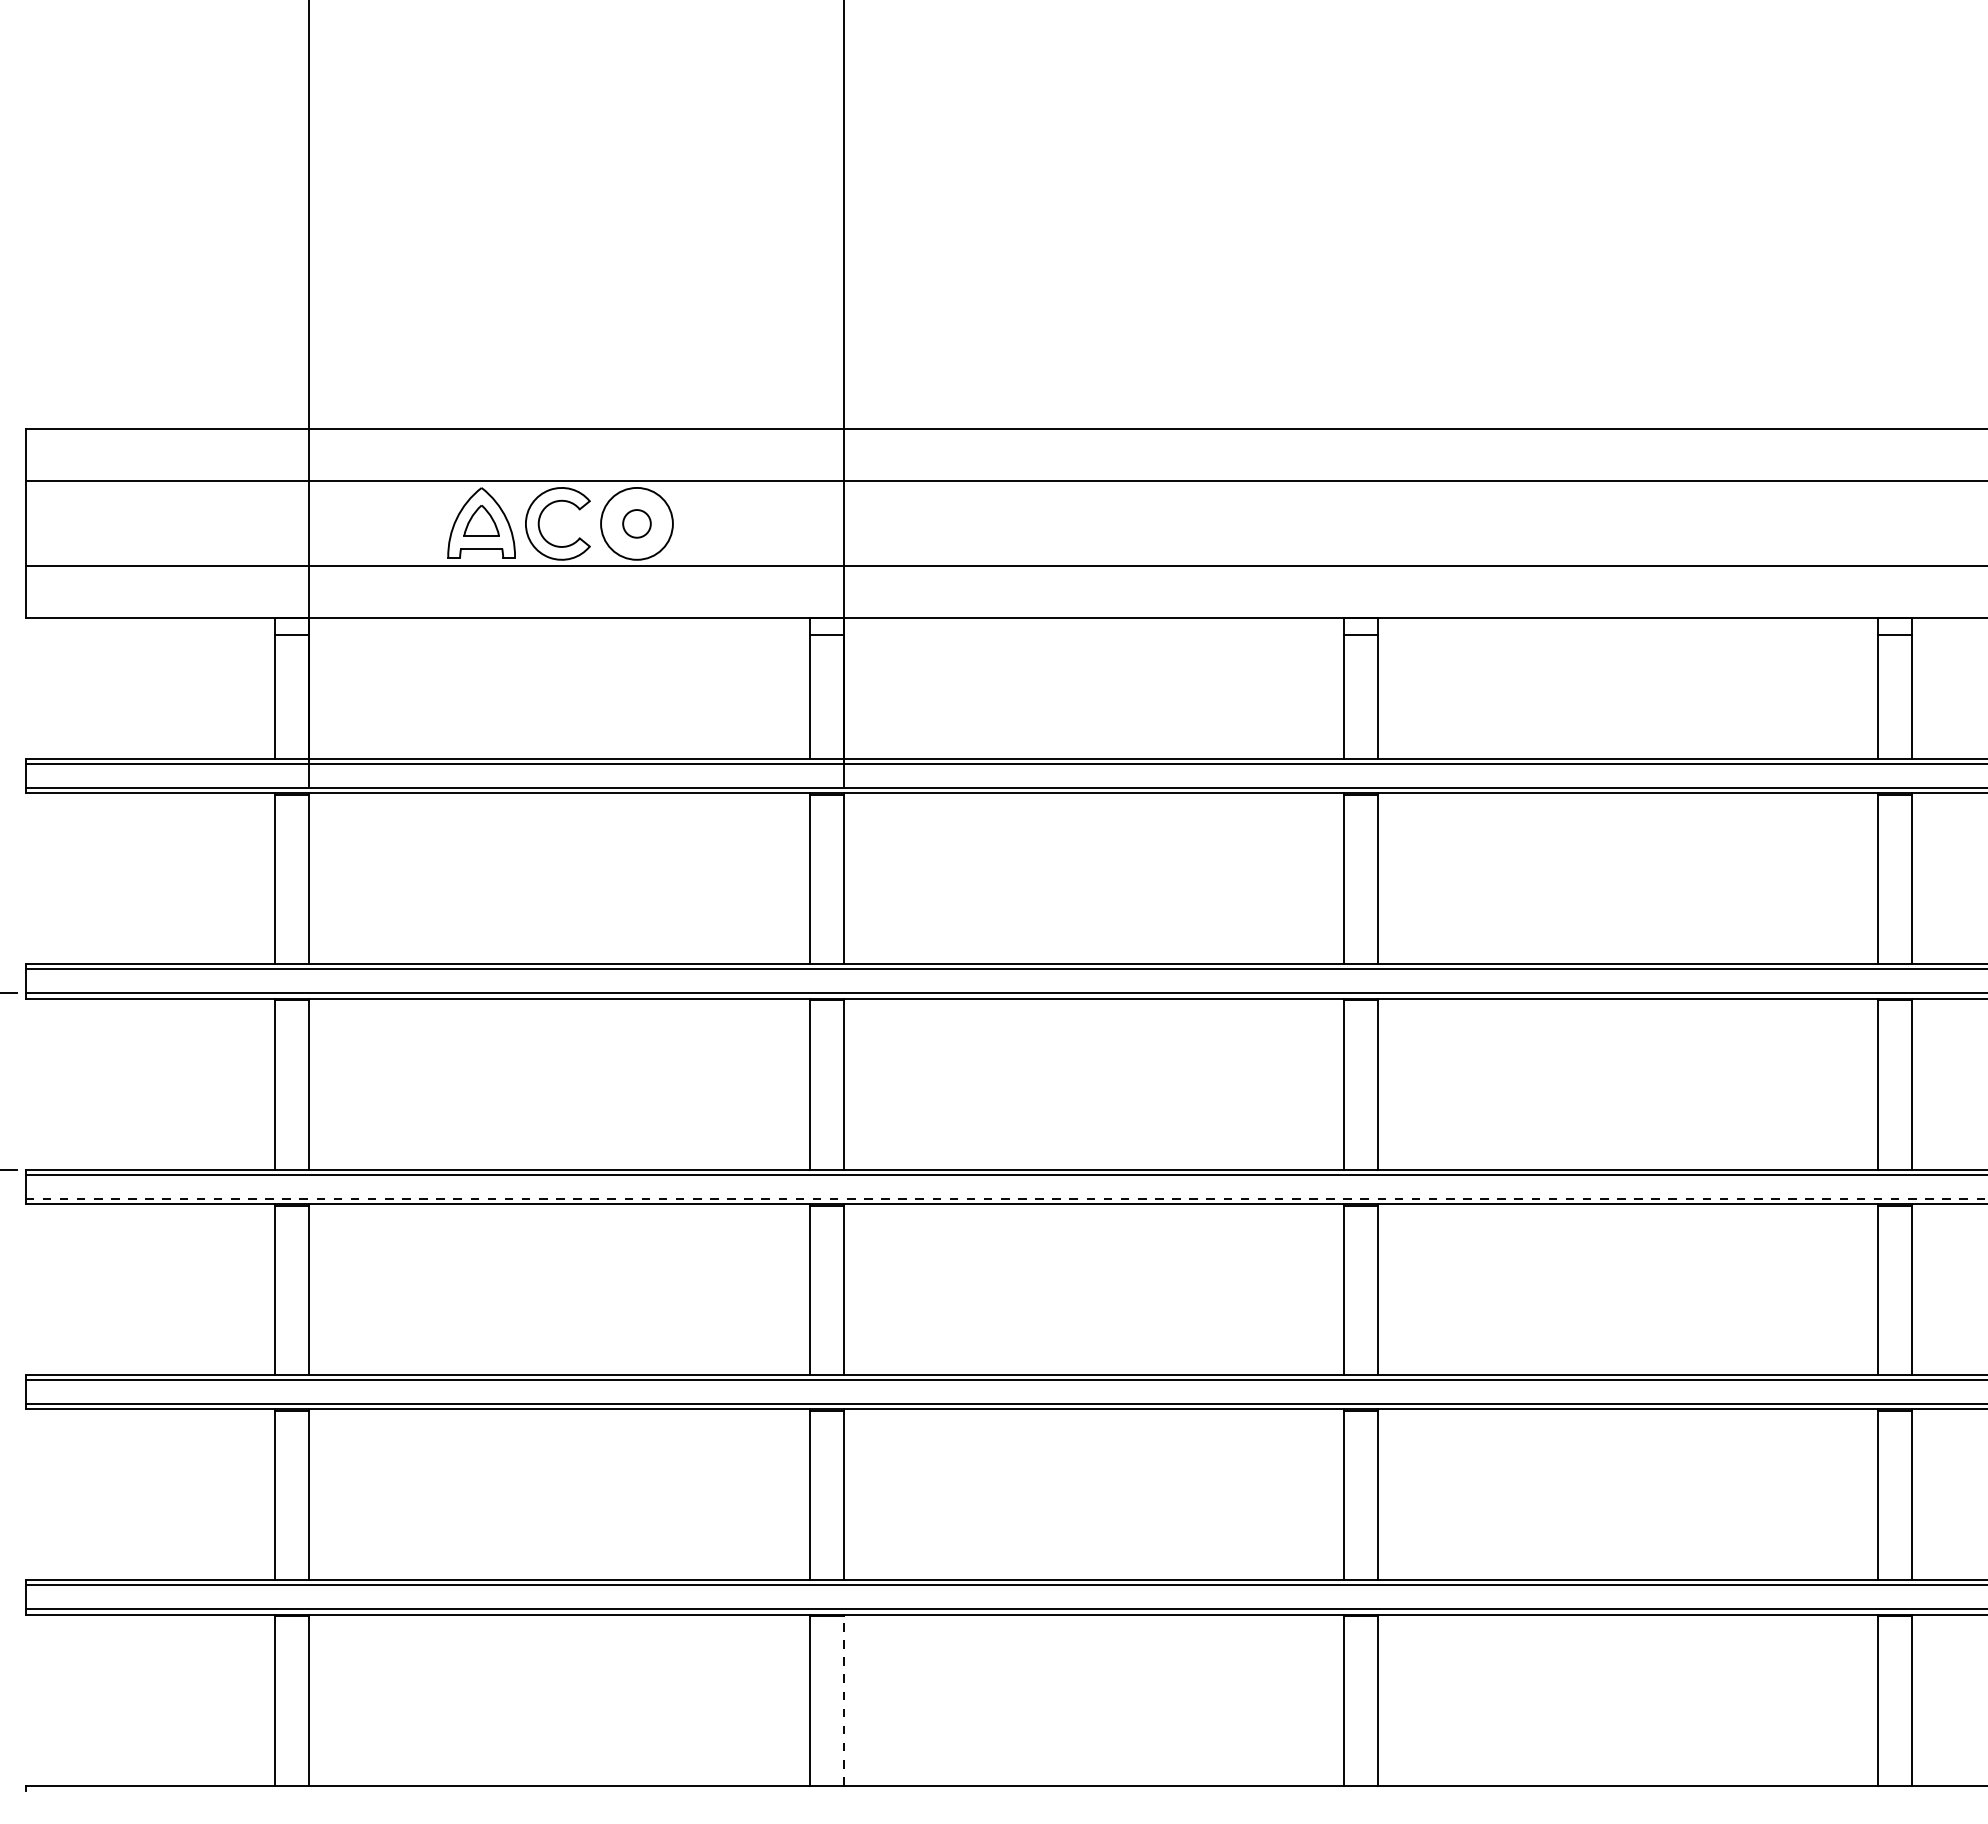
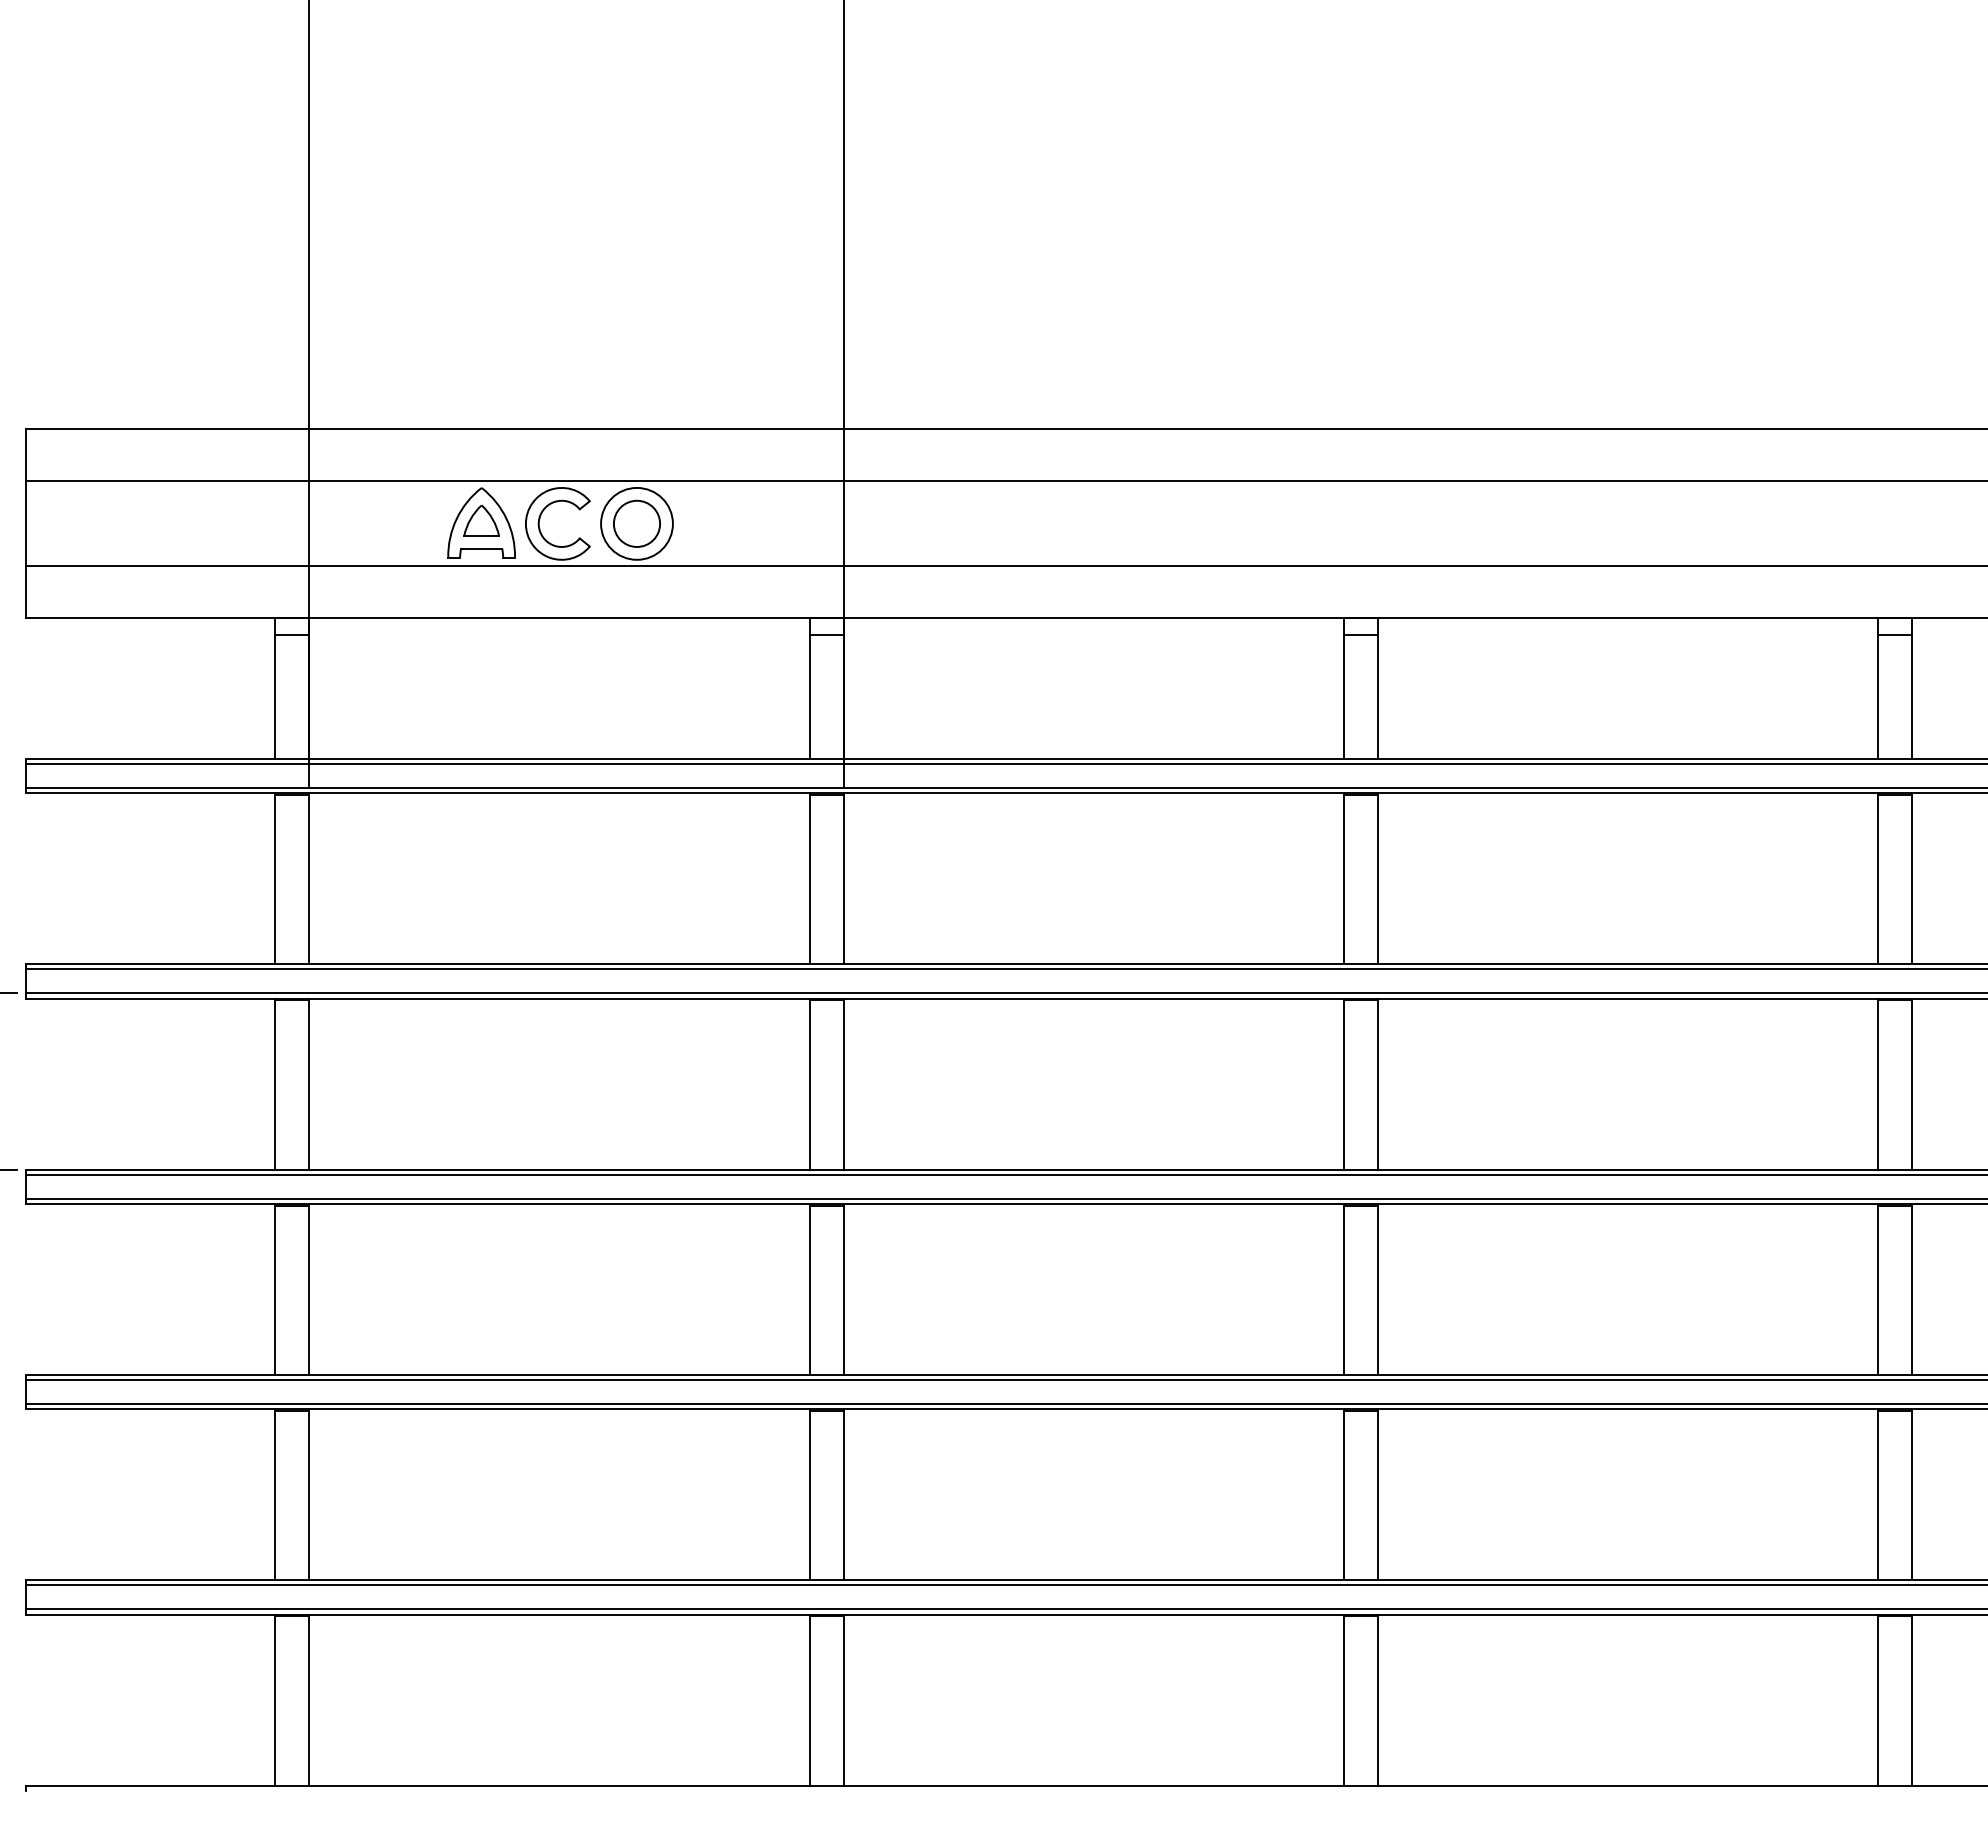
circle at (636, 523) diameter: 28 px -> 46 px
line at (1007, 1198): dashed -> solid
line at (843, 1701): dashed -> solid
